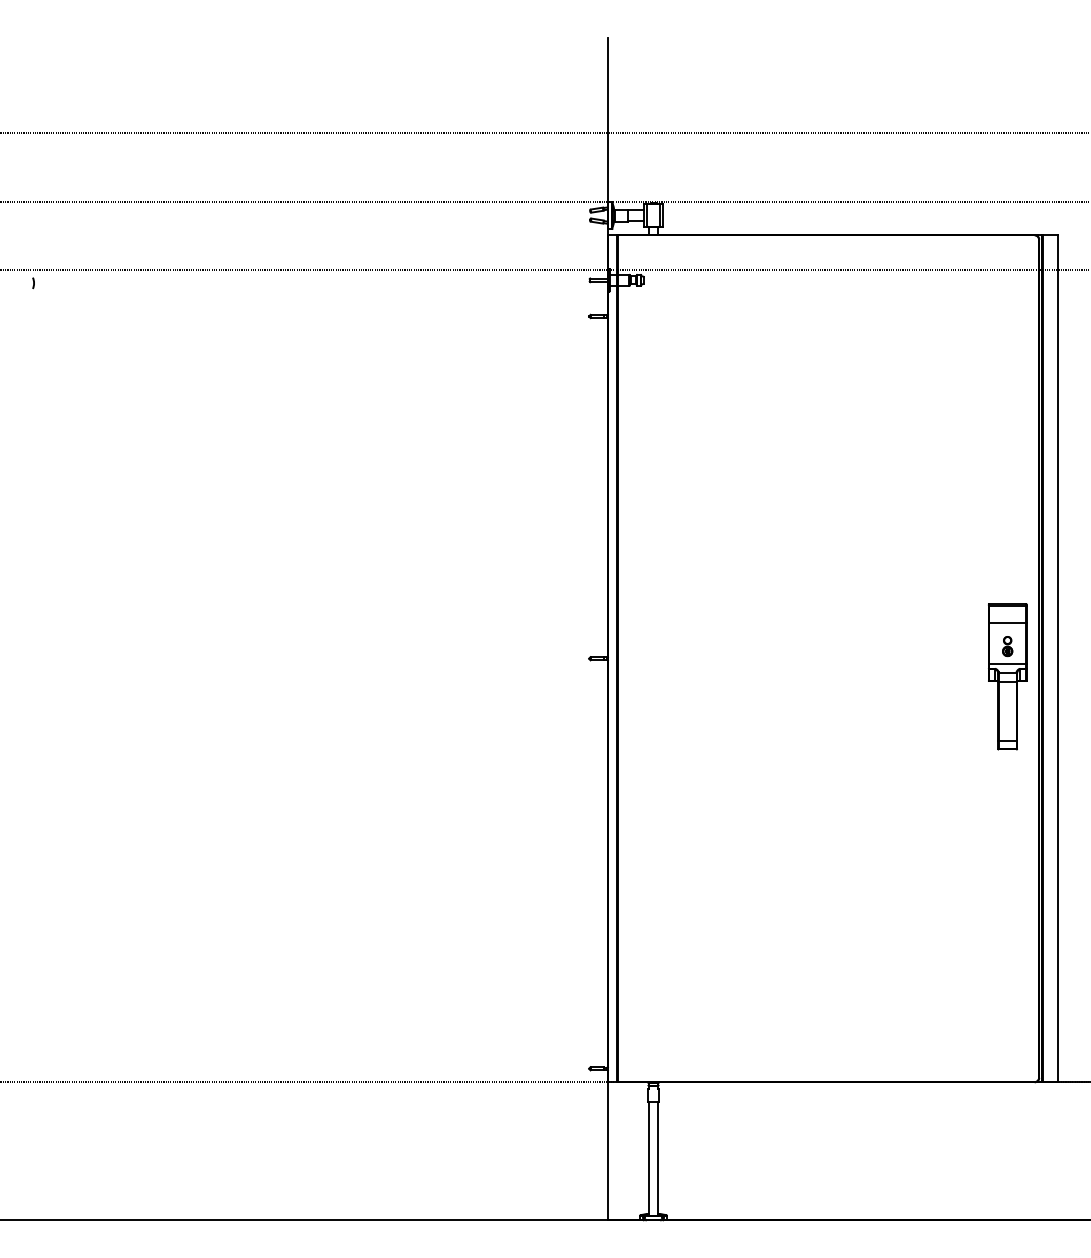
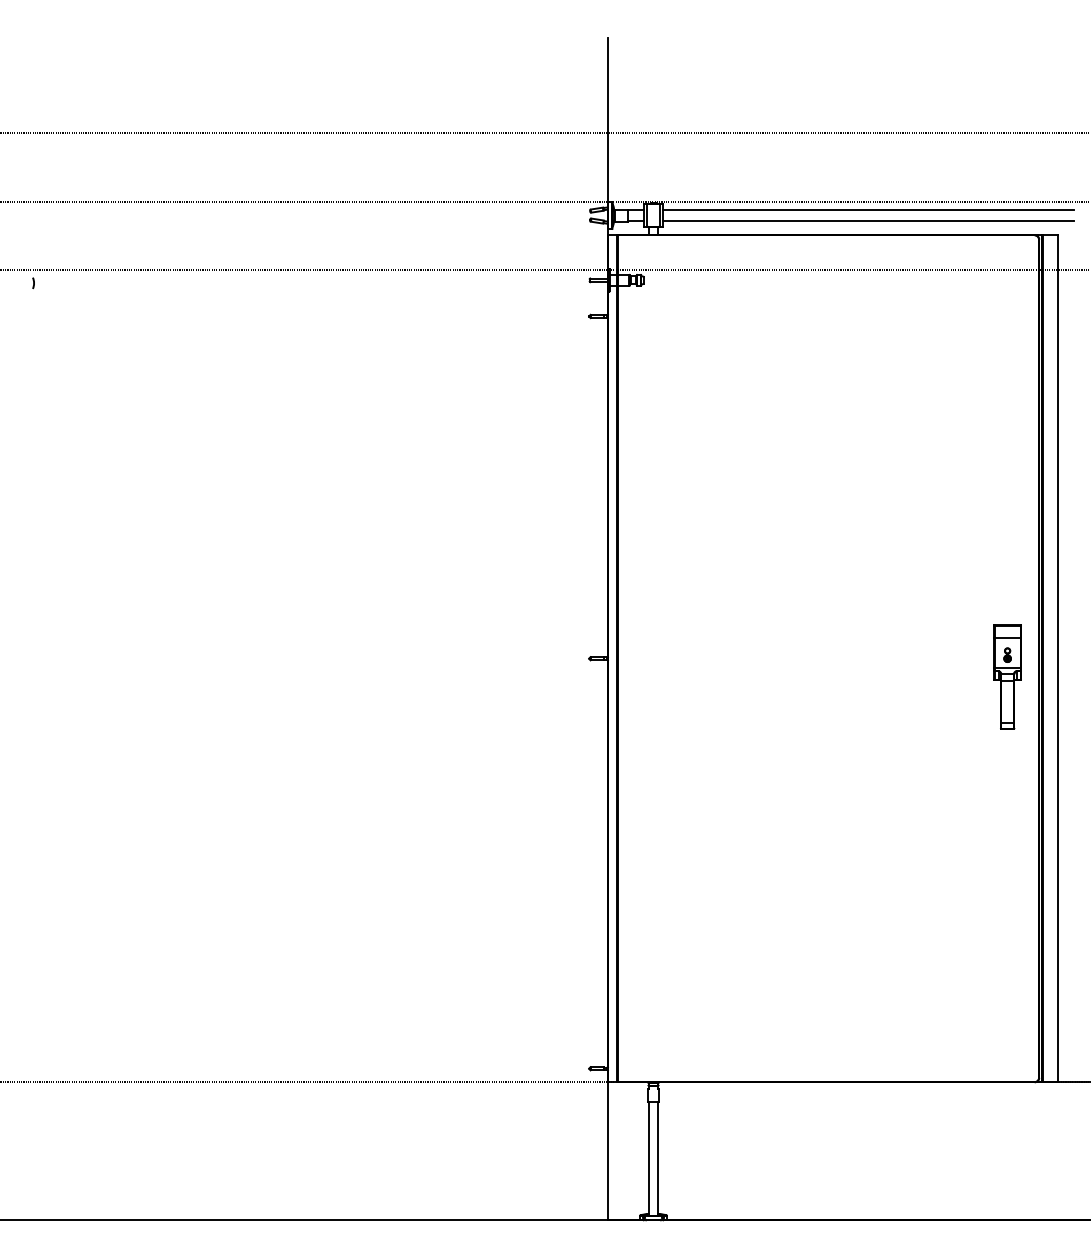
line at (868, 209): none -> present
line at (868, 221): none -> present
part at (1007, 676) size: 40x148 px -> 29x106 px
